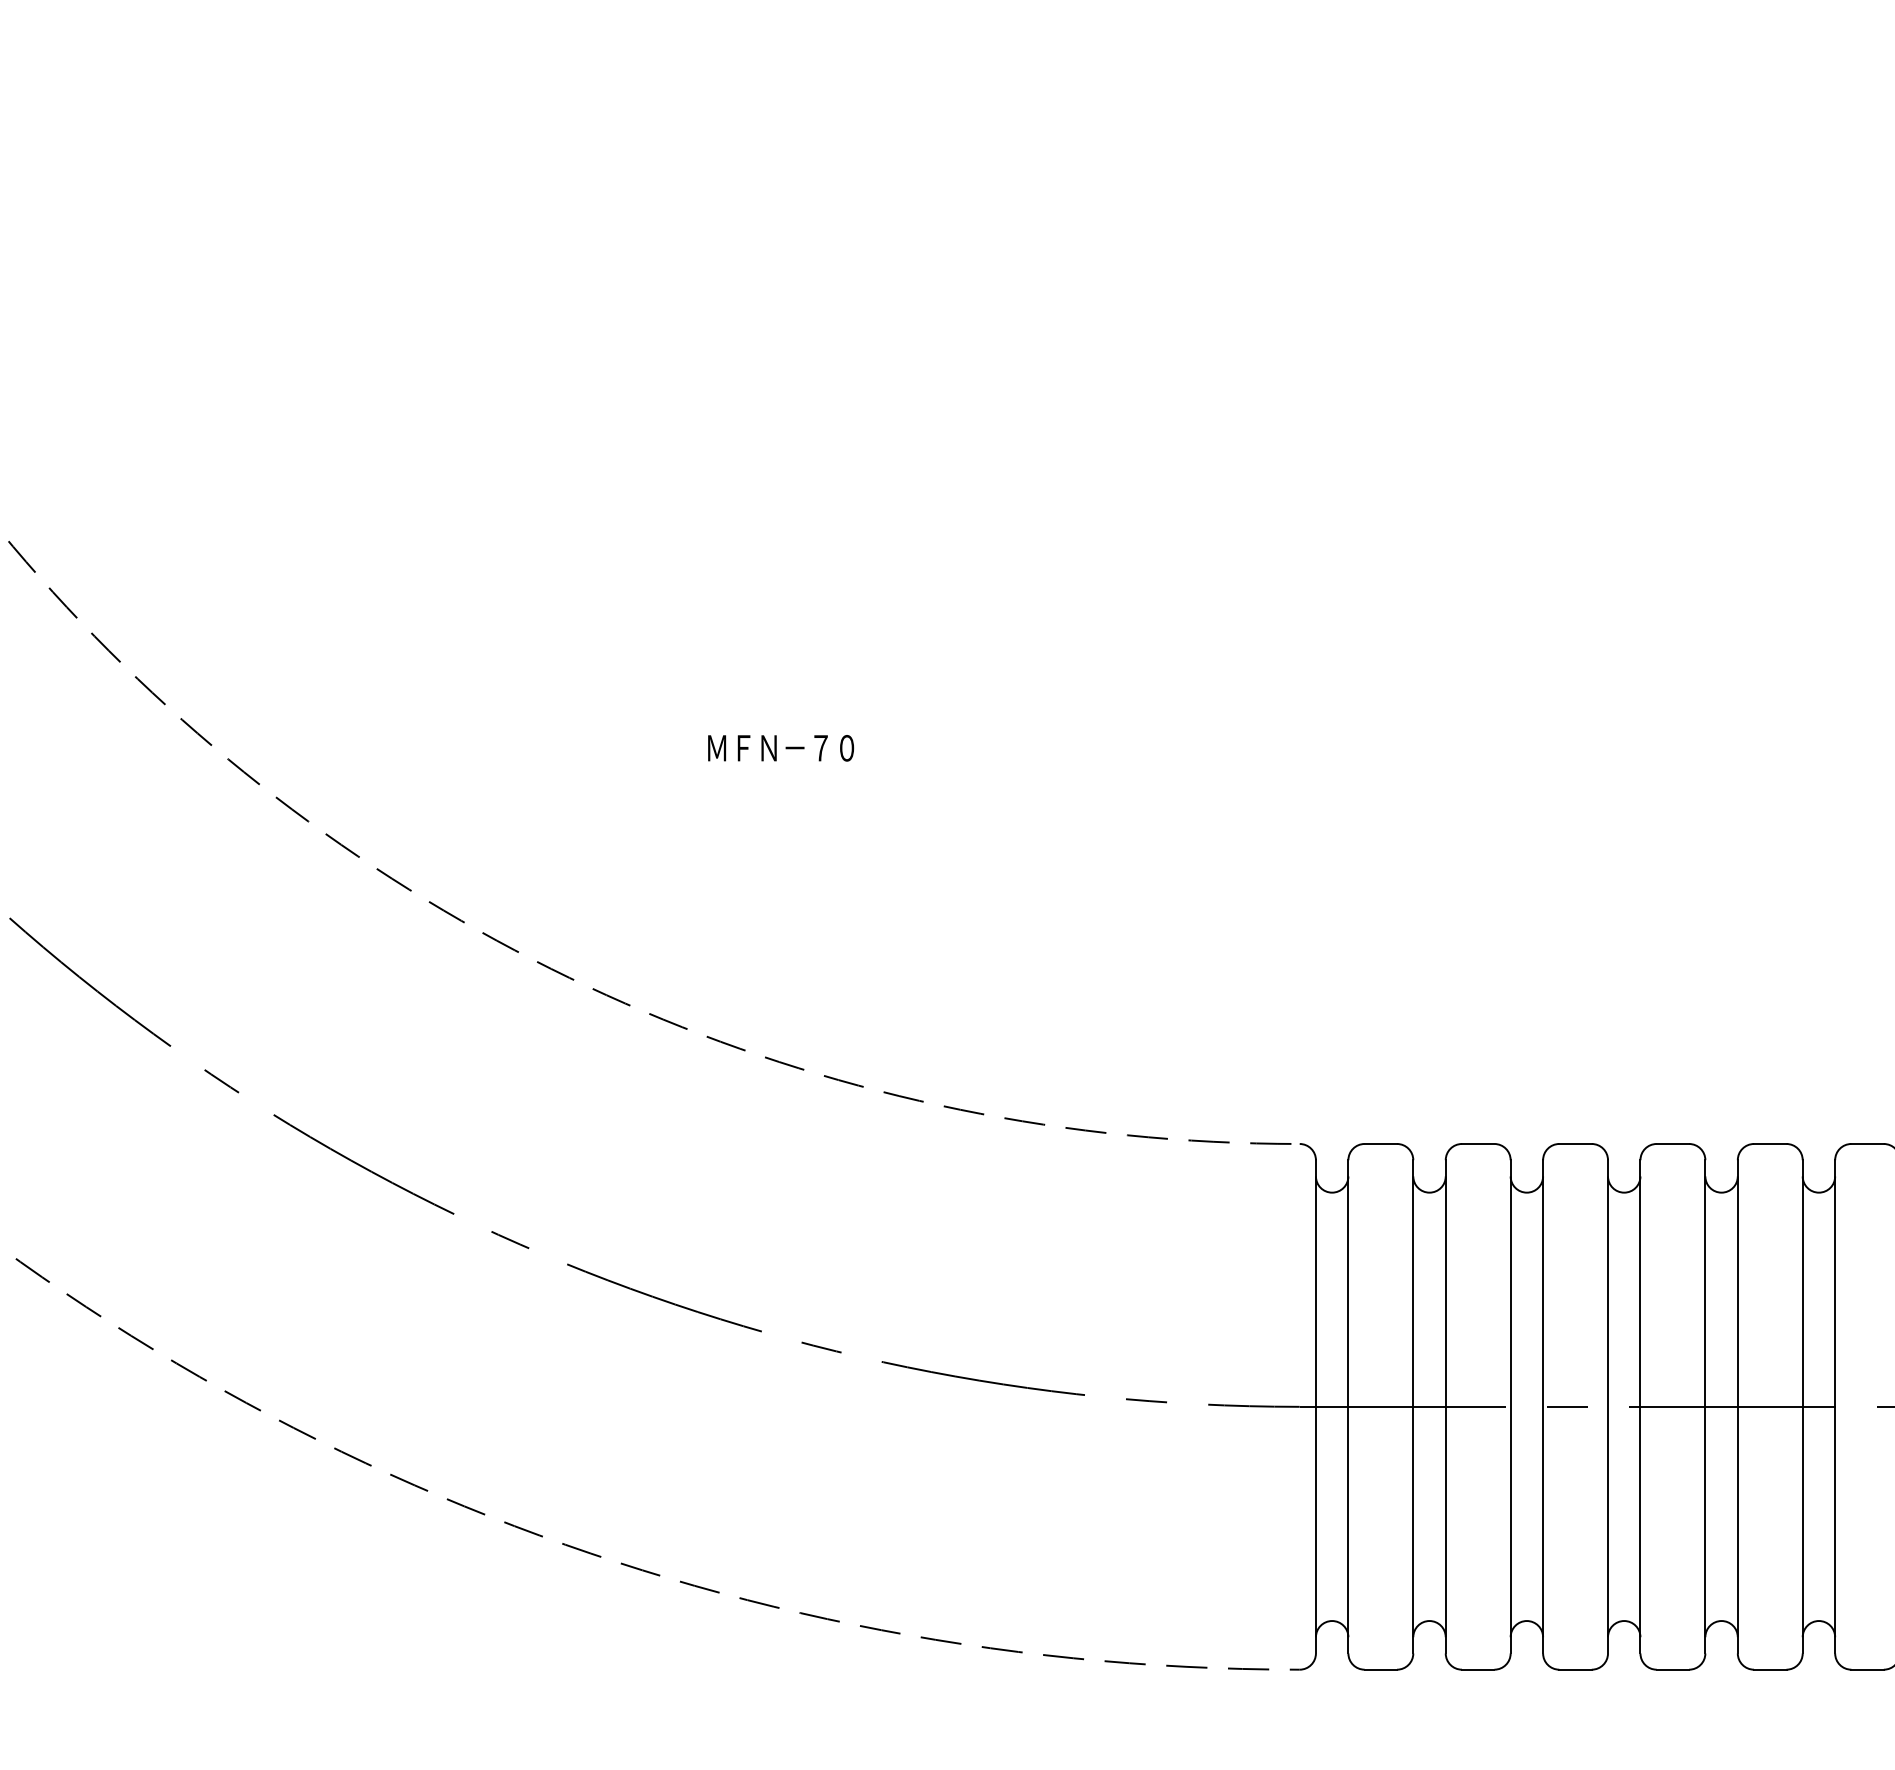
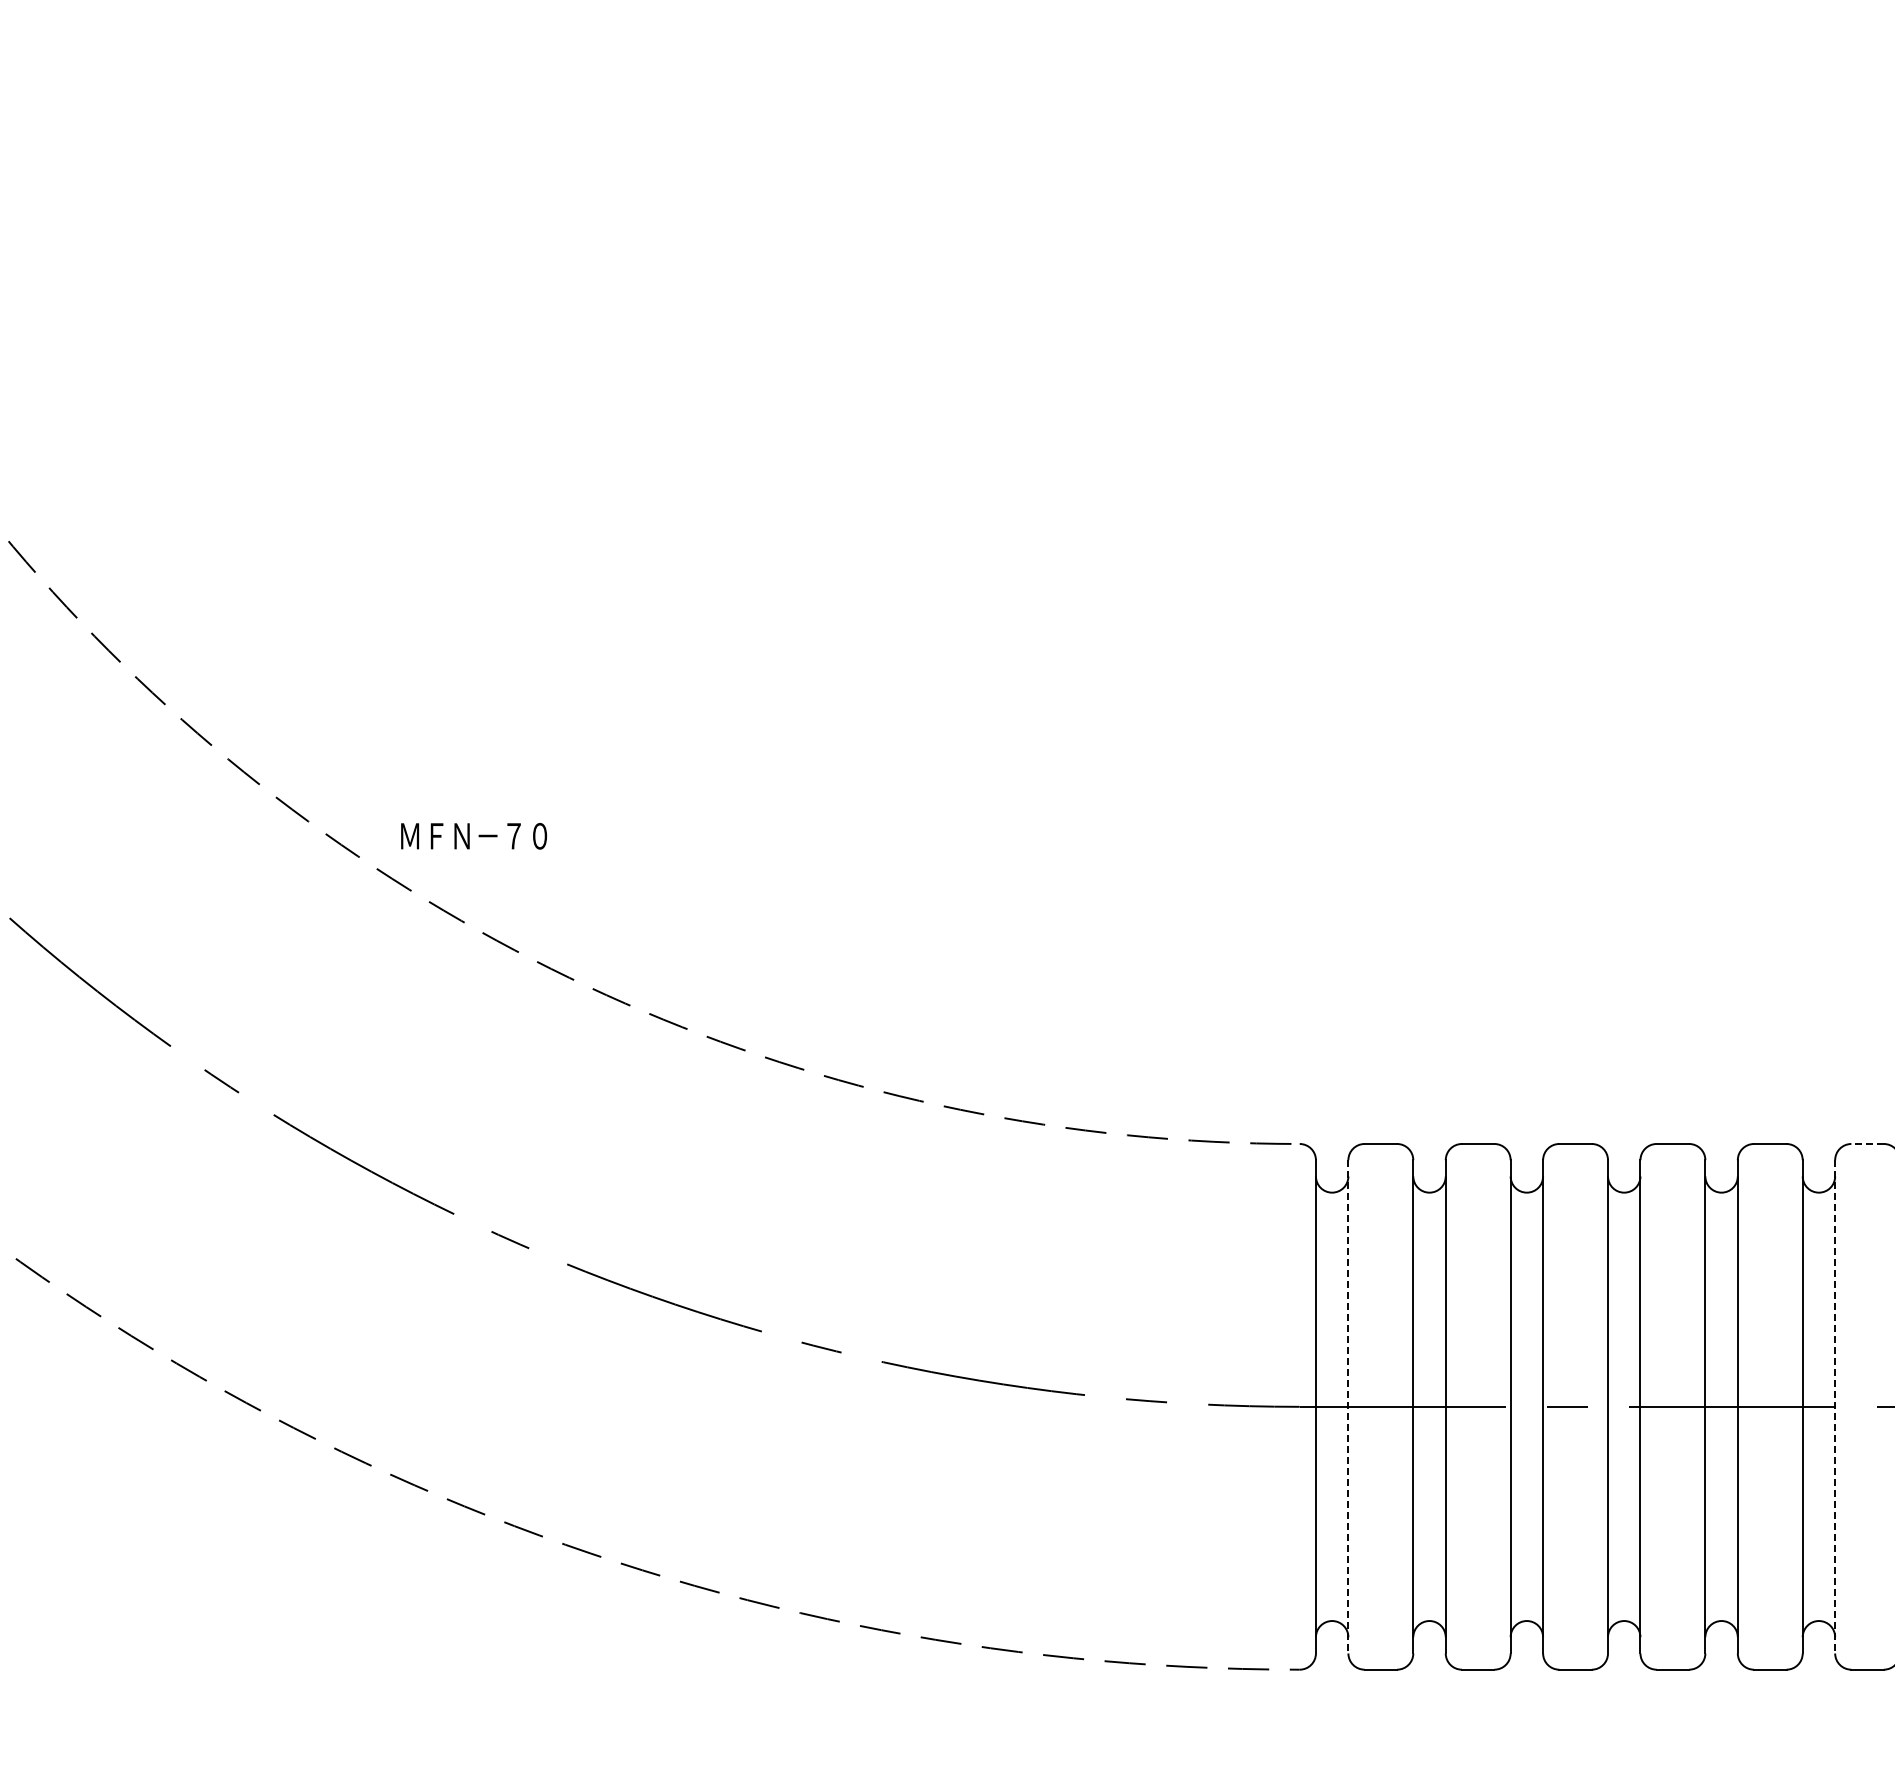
text at (781, 748) position: (781, 748) -> (474, 836)
line at (1867, 1143): solid -> dashed
line at (1348, 1406): solid -> dashed
line at (1835, 1406): solid -> dashed
